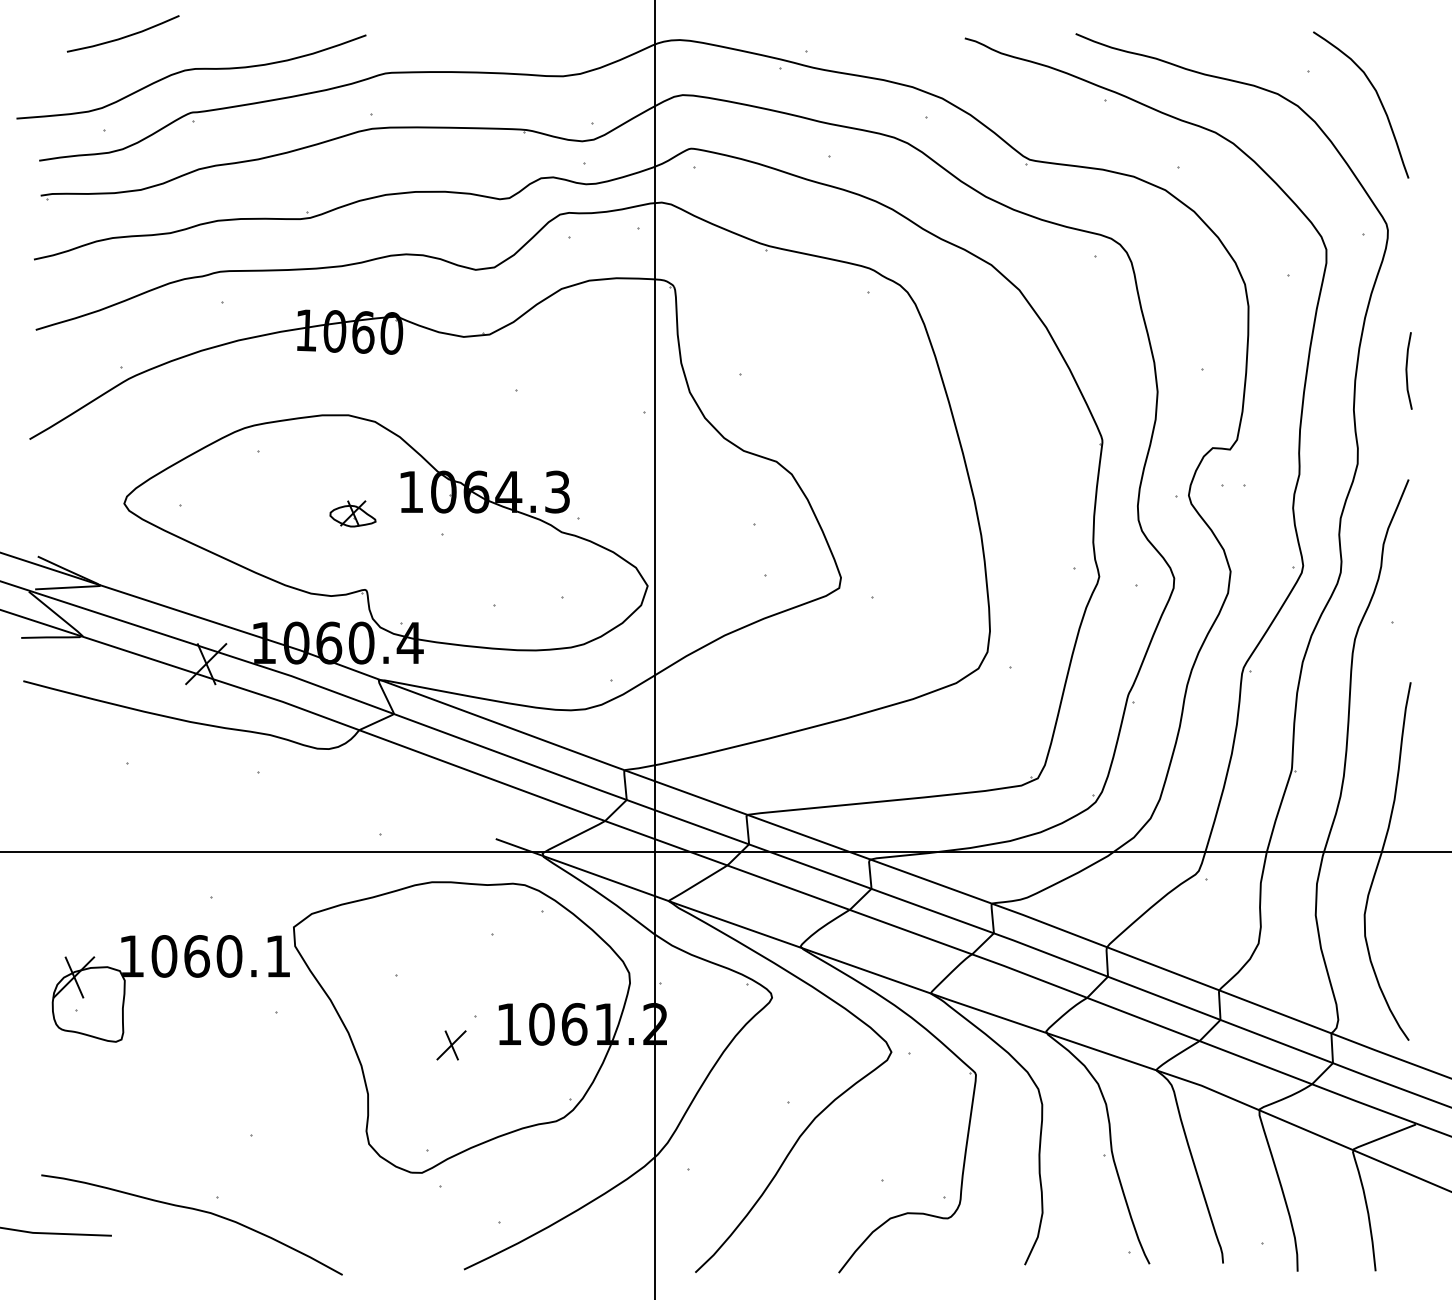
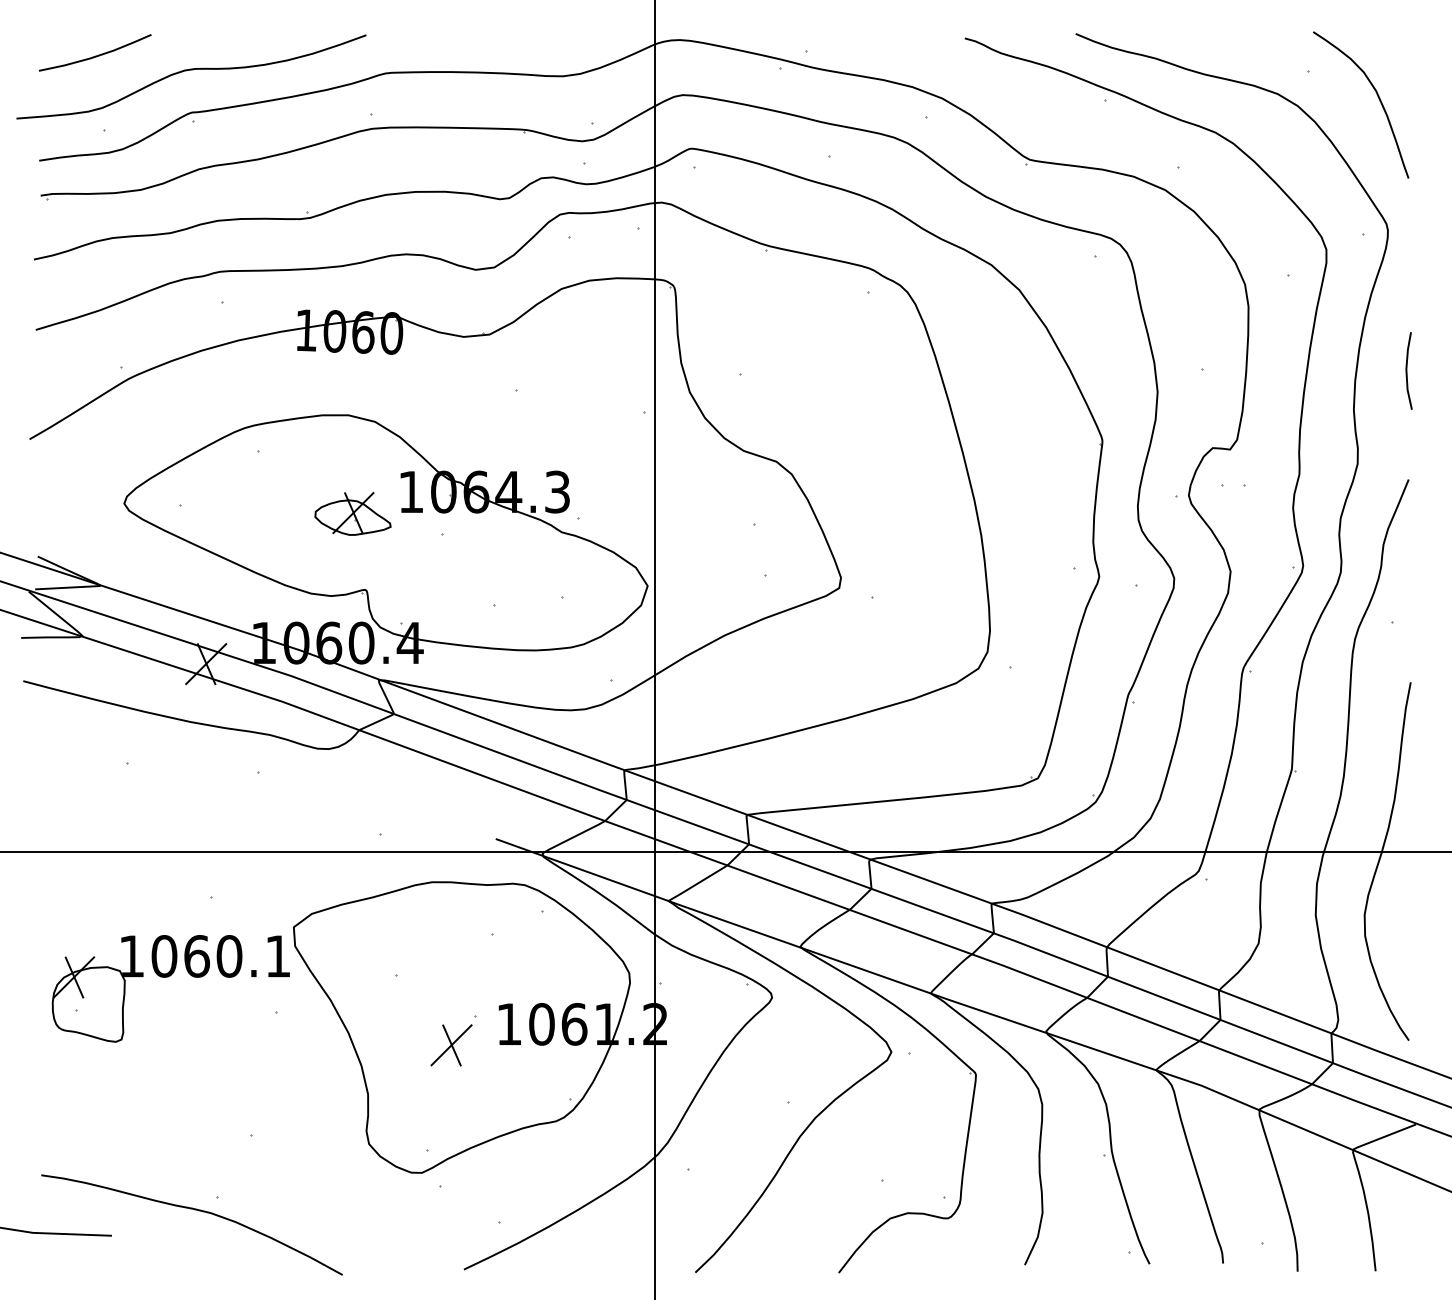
curve at (123, 36) position: (123, 36) -> (95, 55)
part at (352, 513) size: 48x28 px -> 78x44 px
part at (451, 1045) size: 31x31 px -> 43x43 px
